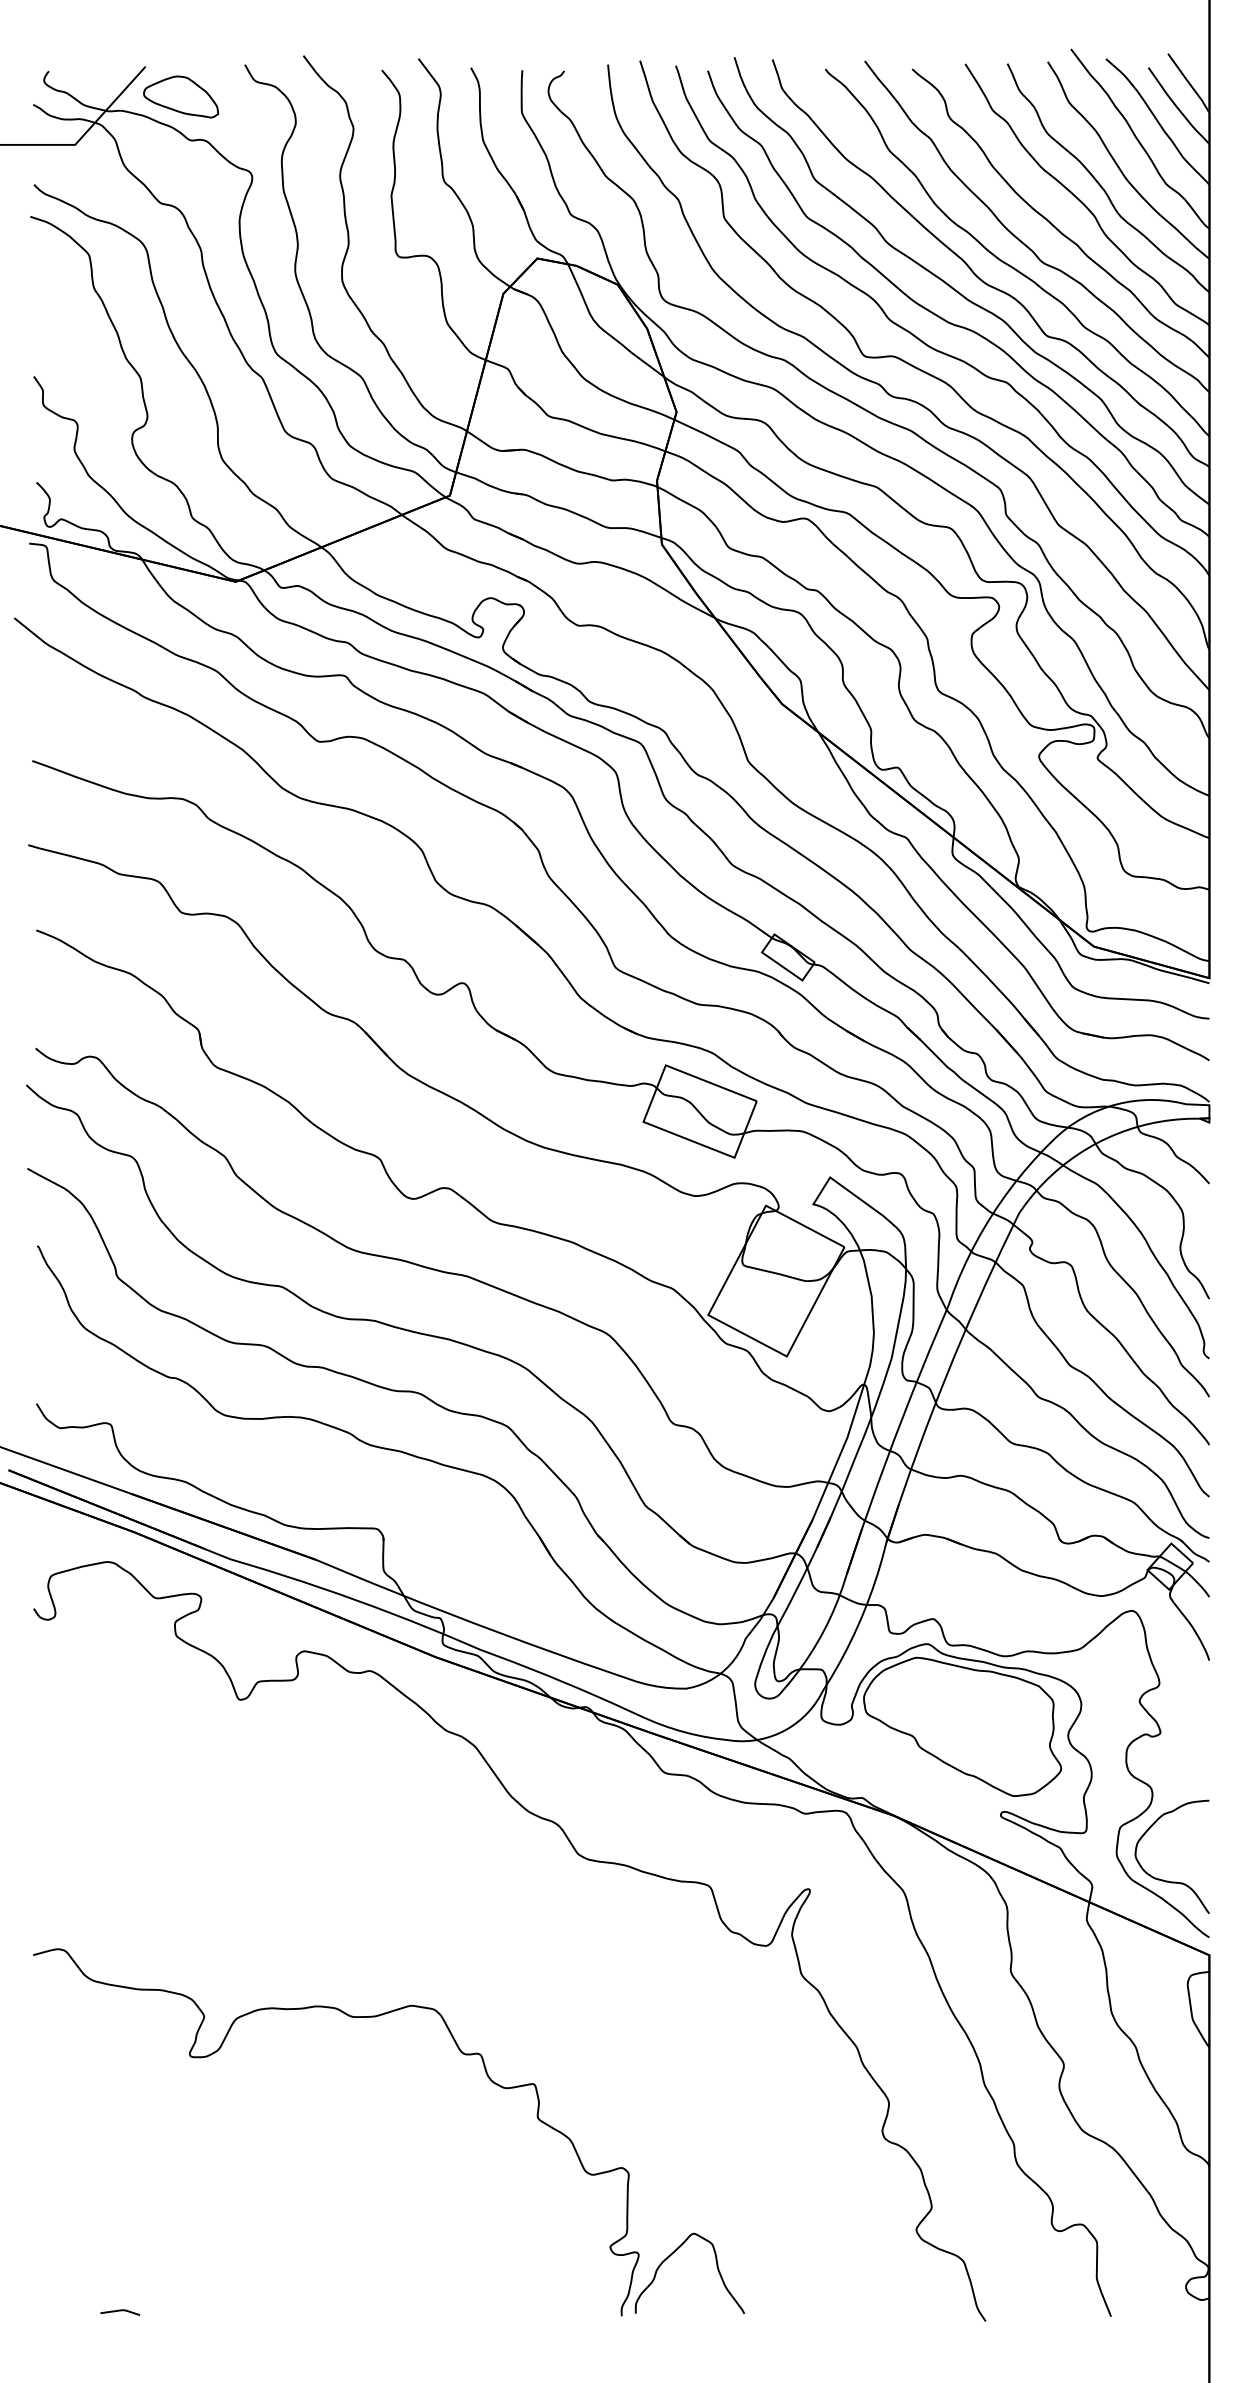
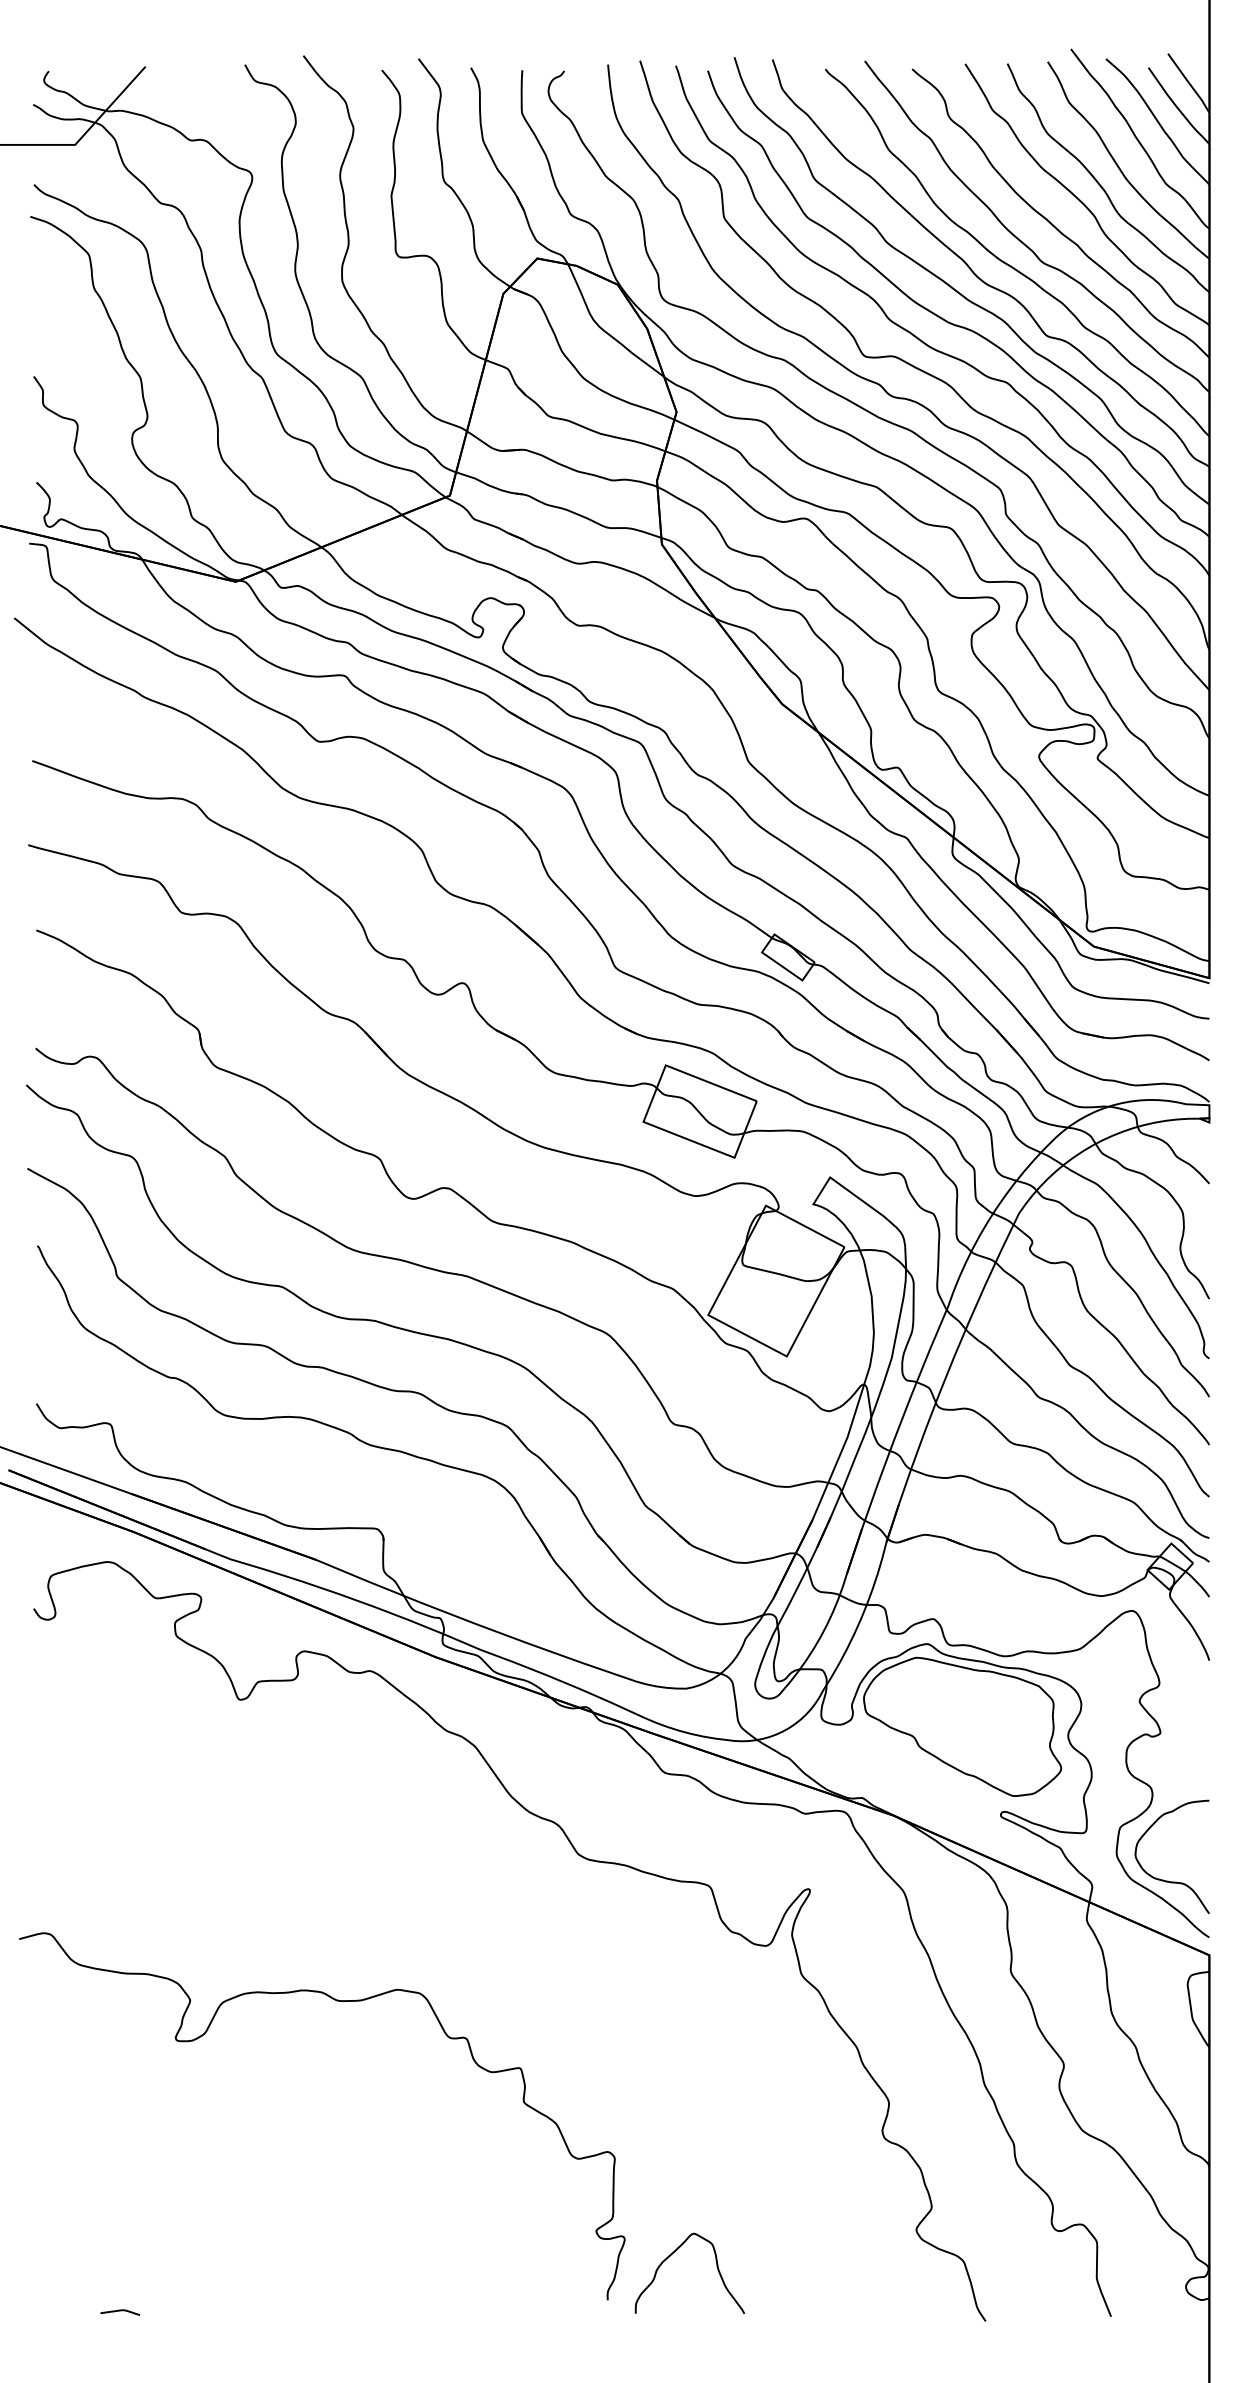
part at (181, 96): present -> none
curve at (350, 2017) position: (350, 2017) -> (336, 2001)
